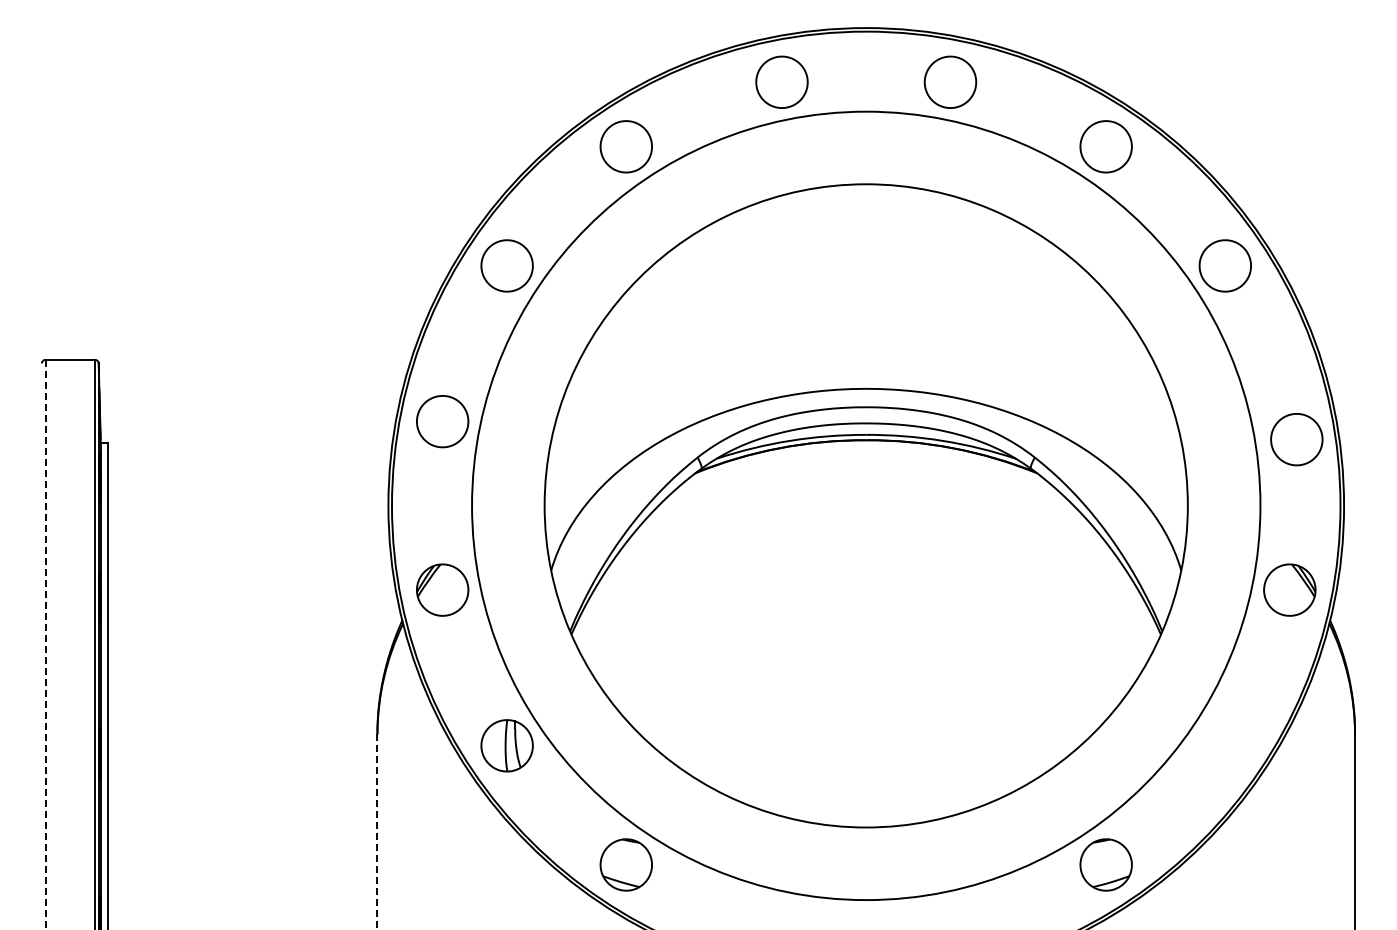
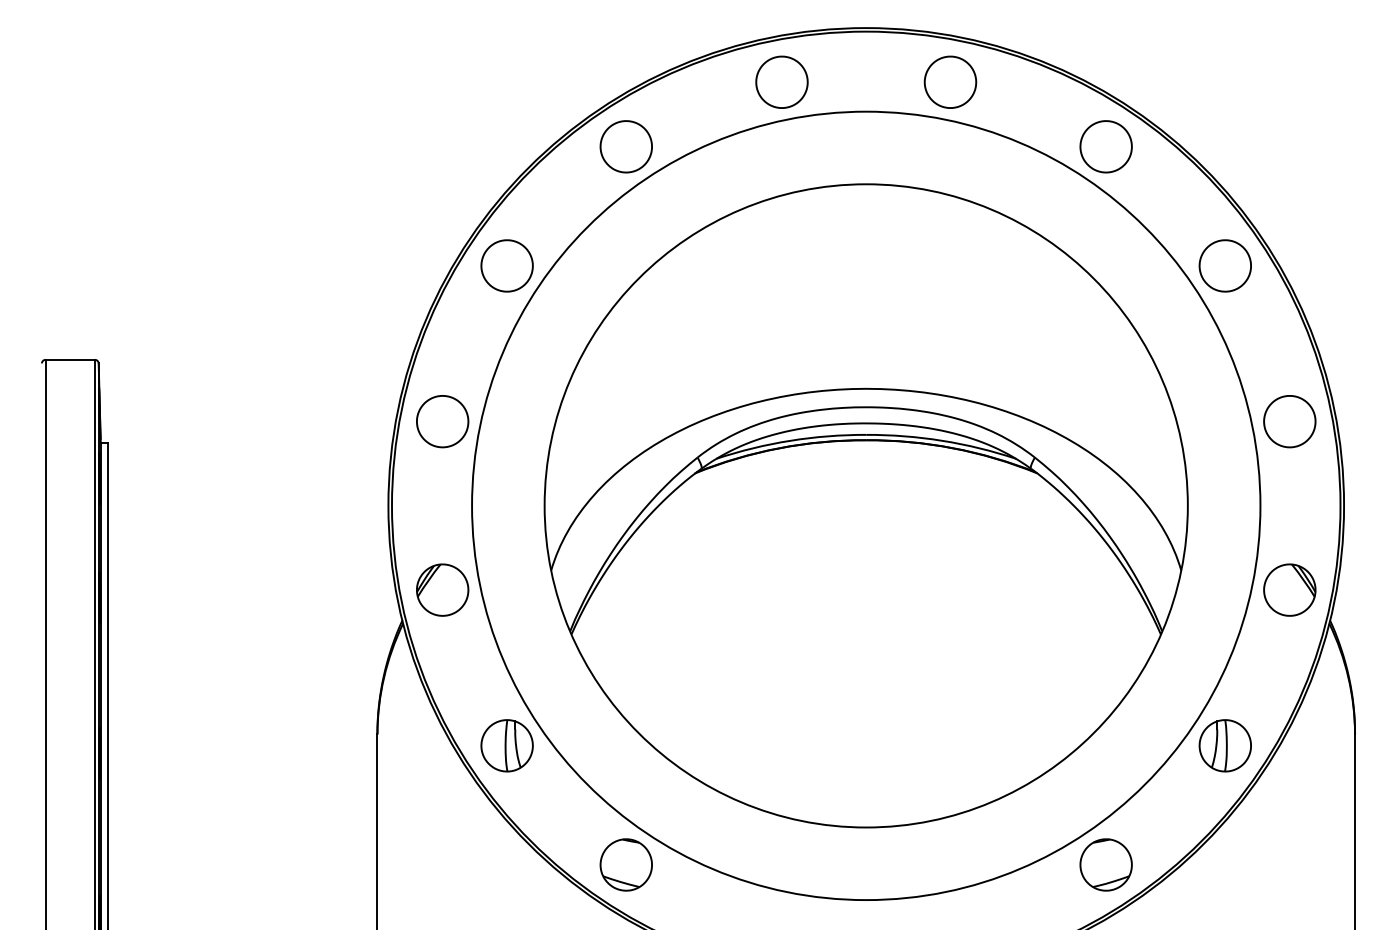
part at (1296, 439) position: (1296, 439) -> (1289, 421)
line at (45, 644): dashed -> solid
part at (1224, 745): none -> present
line at (377, 832): dashed -> solid
